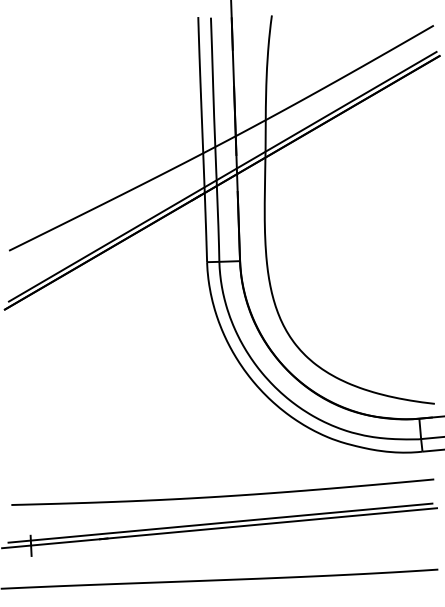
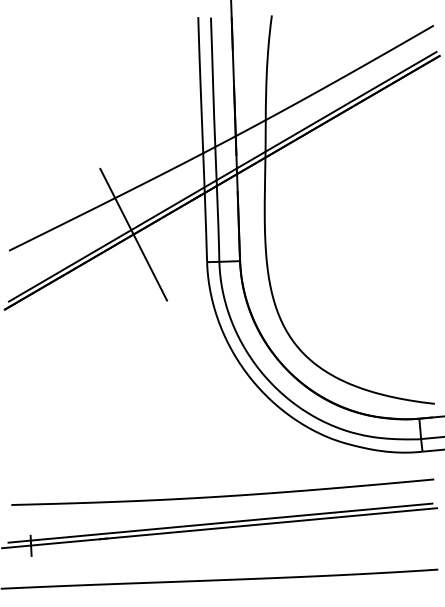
line at (133, 234): none -> present
